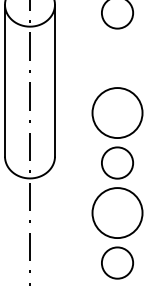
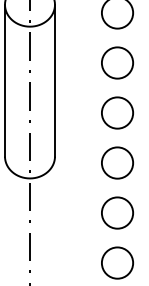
circle at (117, 62): none -> present
circle at (117, 113) diameter: 50 px -> 31 px
circle at (117, 213) diameter: 50 px -> 31 px
